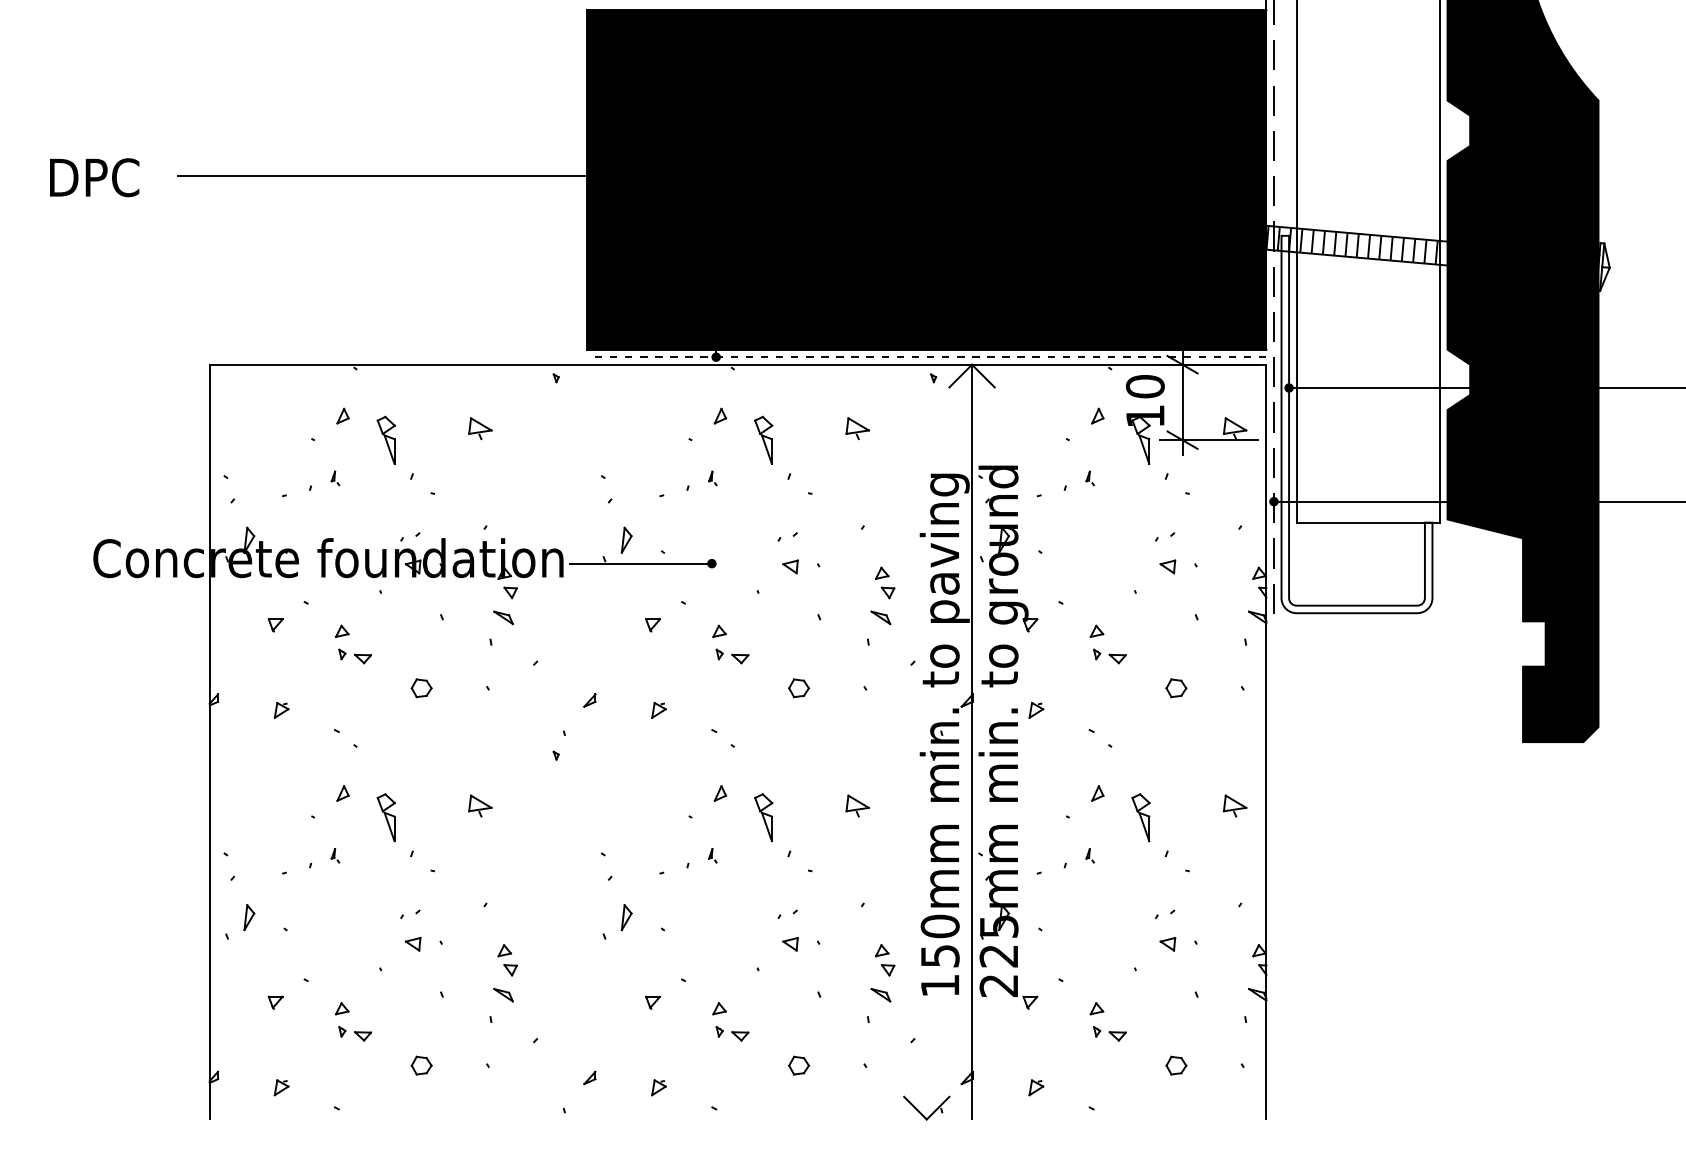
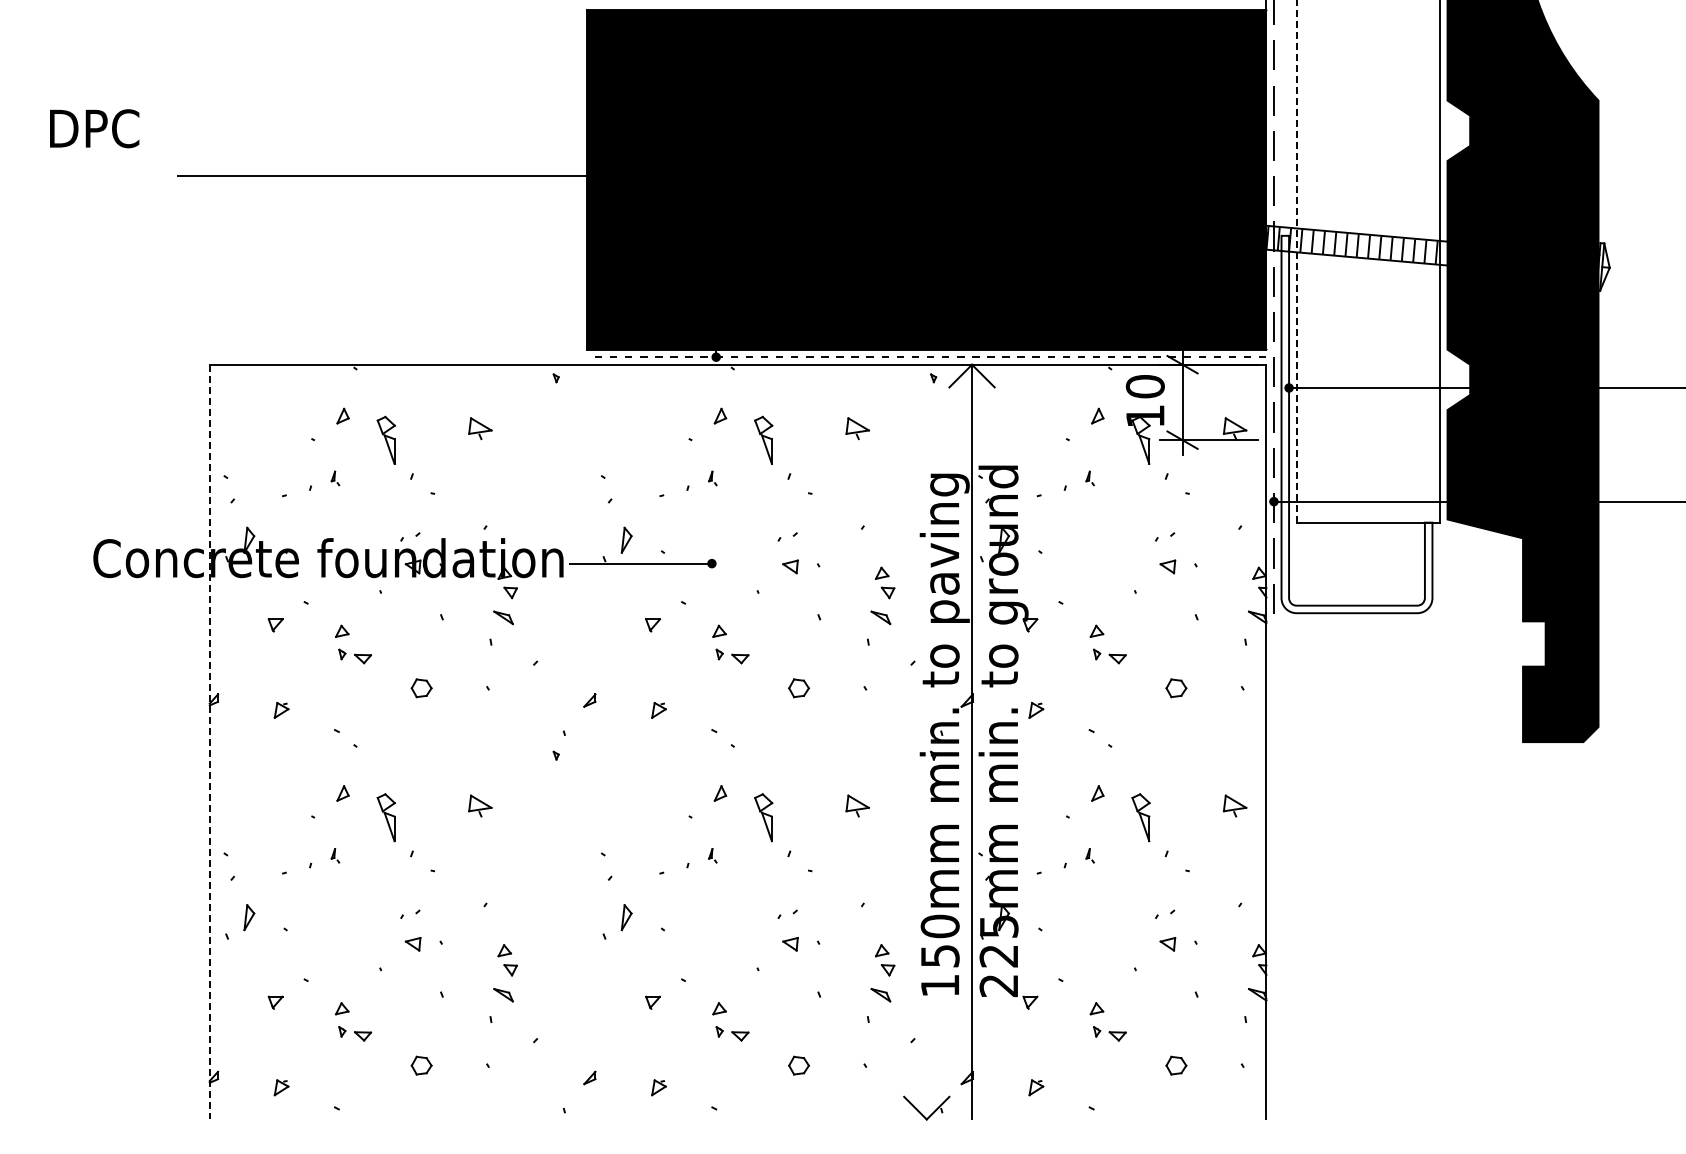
text at (94, 177) position: (94, 177) -> (94, 128)
line at (1296, 261): solid -> dashed
line at (209, 742): solid -> dashed
